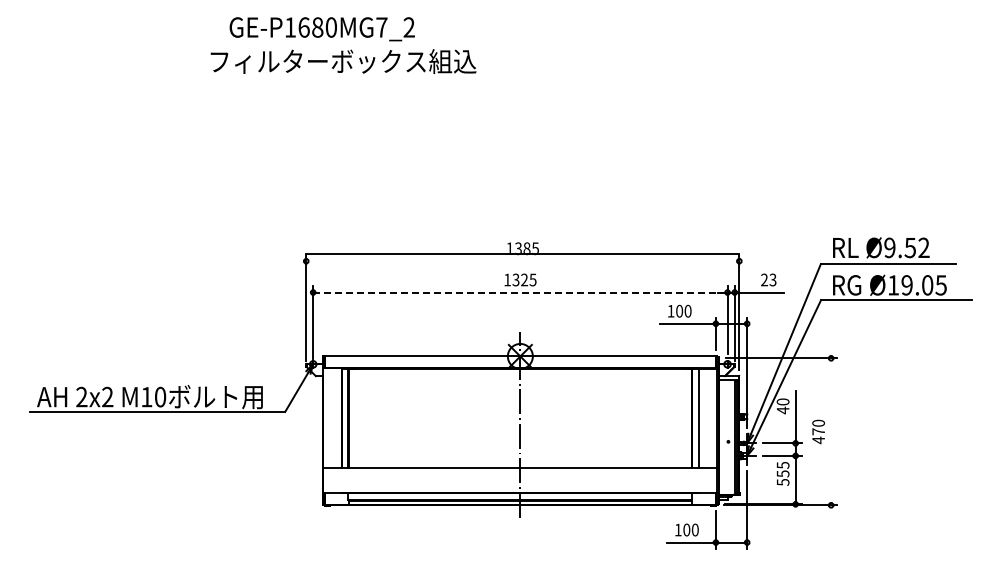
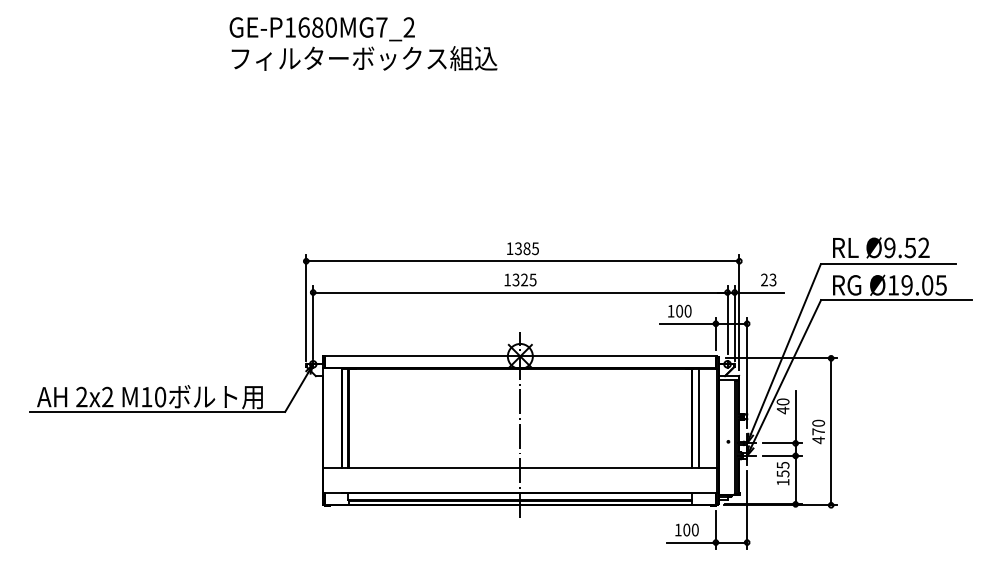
text at (343, 61) position: (343, 61) -> (364, 58)
line at (522, 254) position: (522, 254) -> (522, 261)
line at (520, 292): dashed -> solid
line at (831, 431): none -> present
text at (782, 482): 555 -> 155
